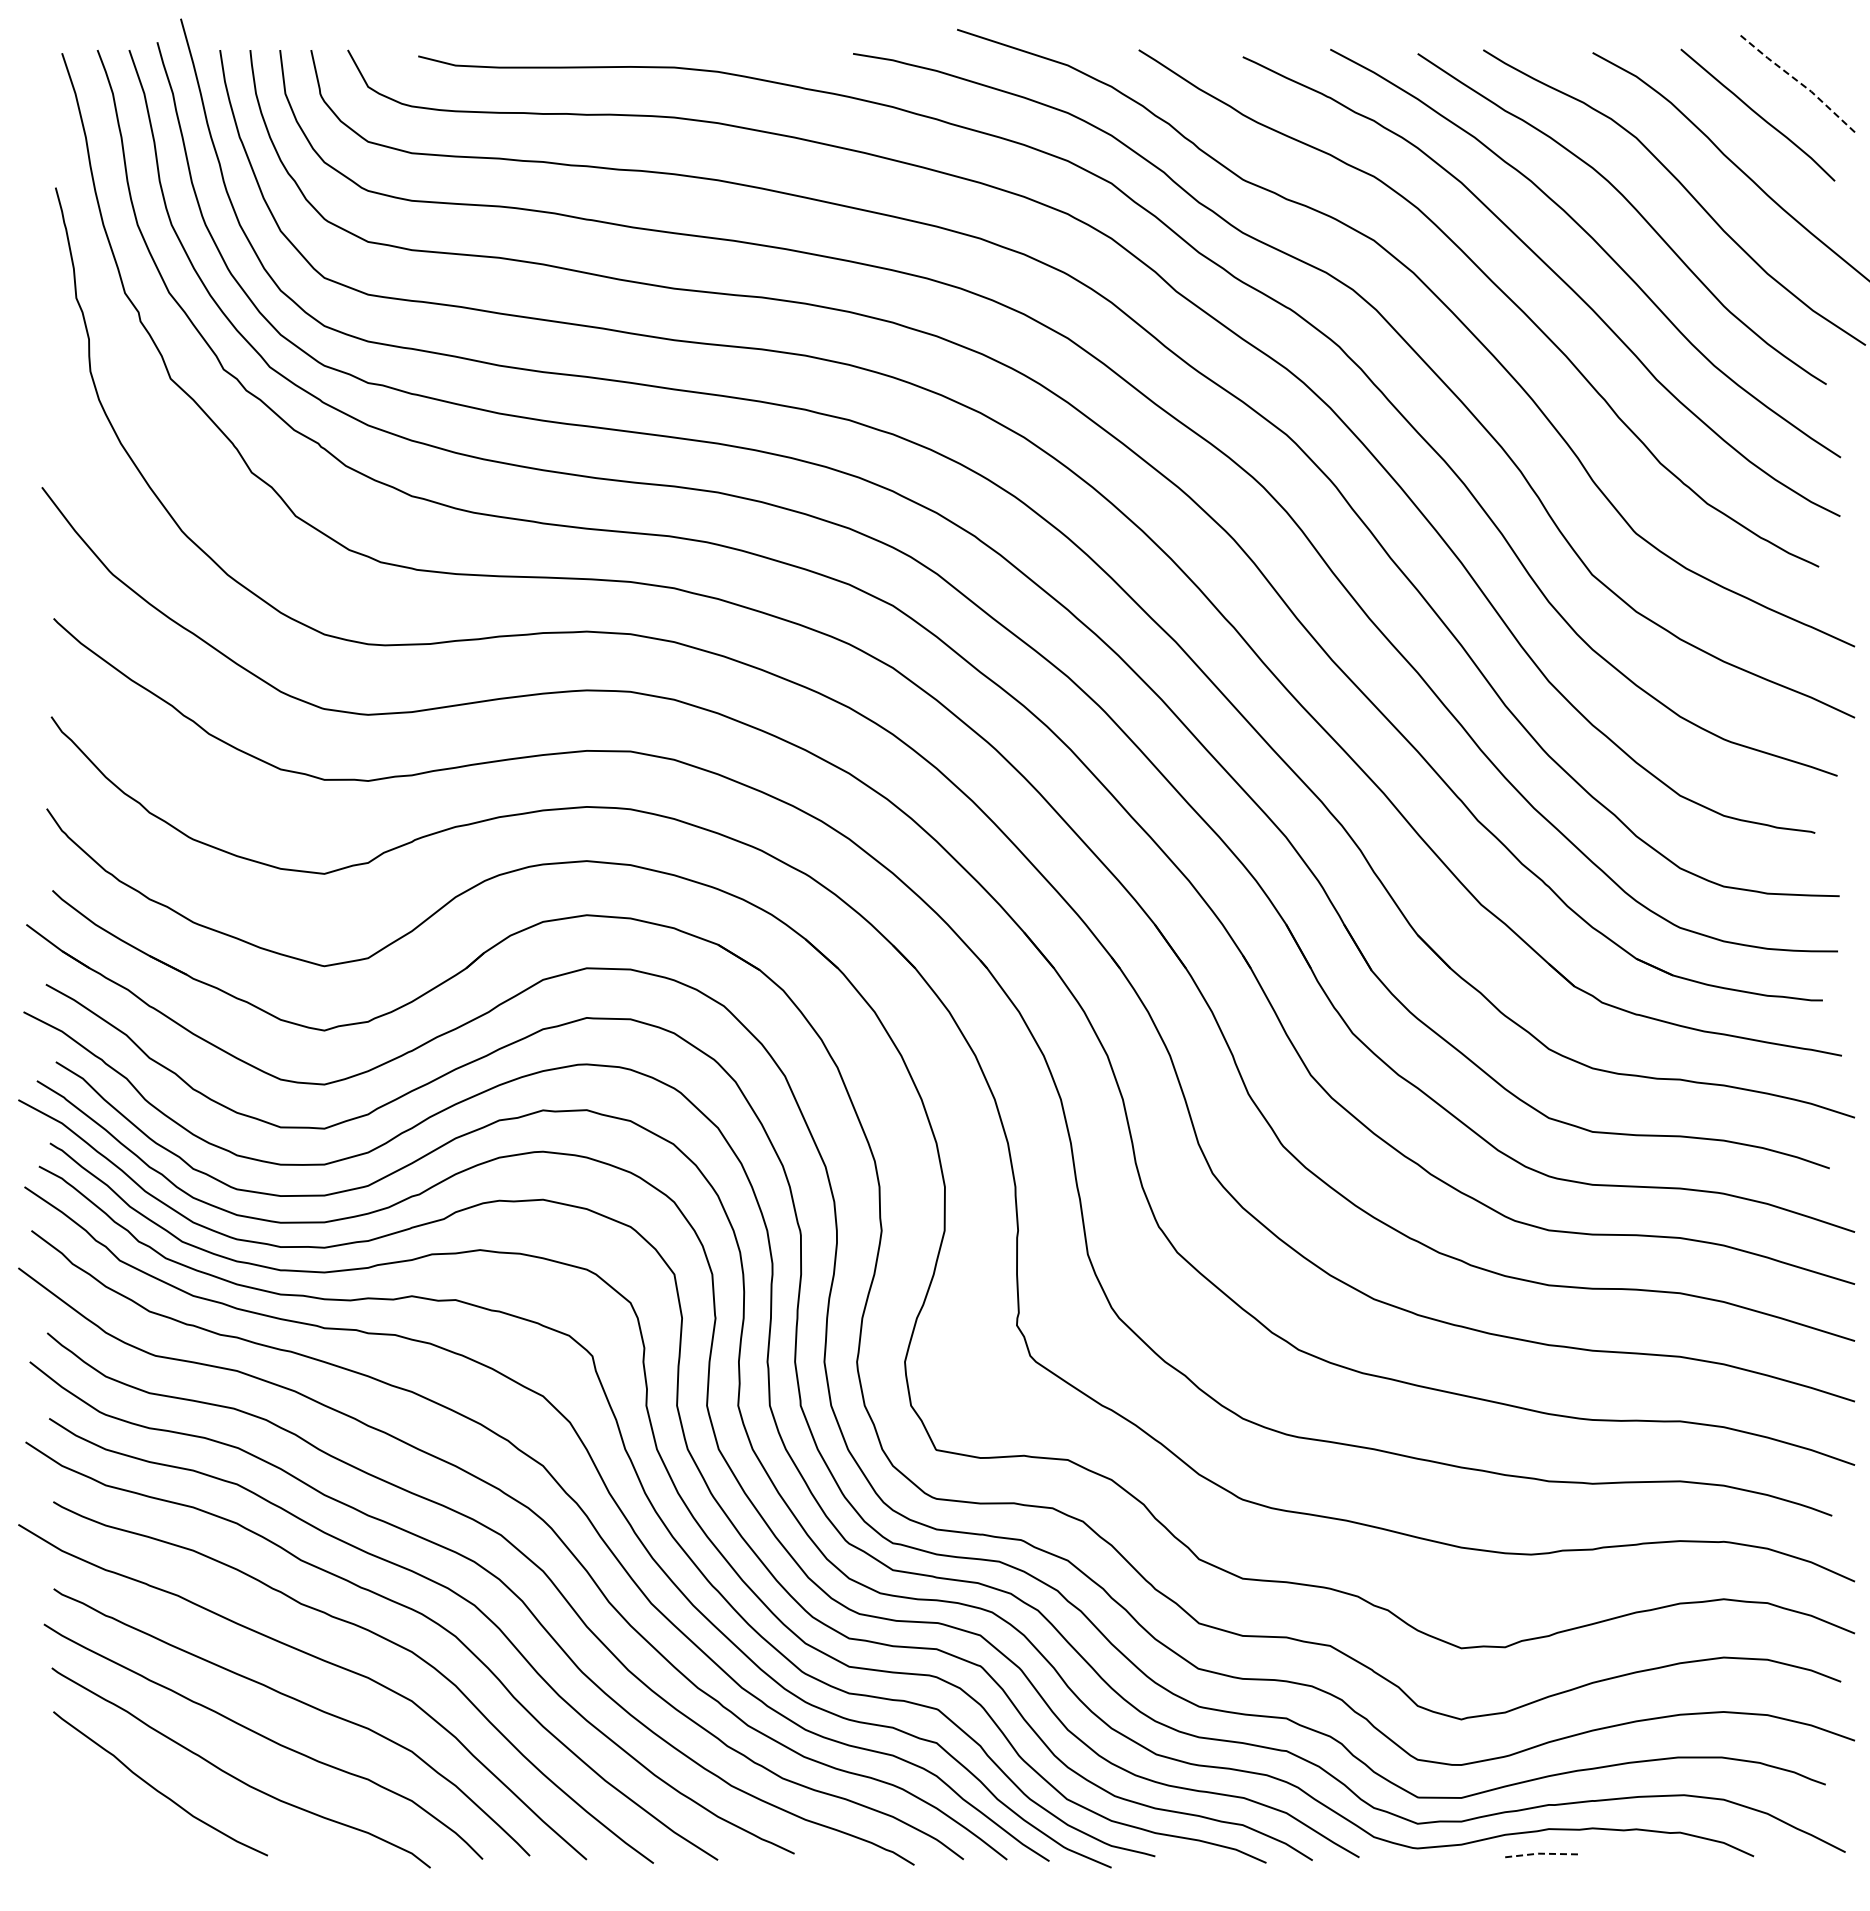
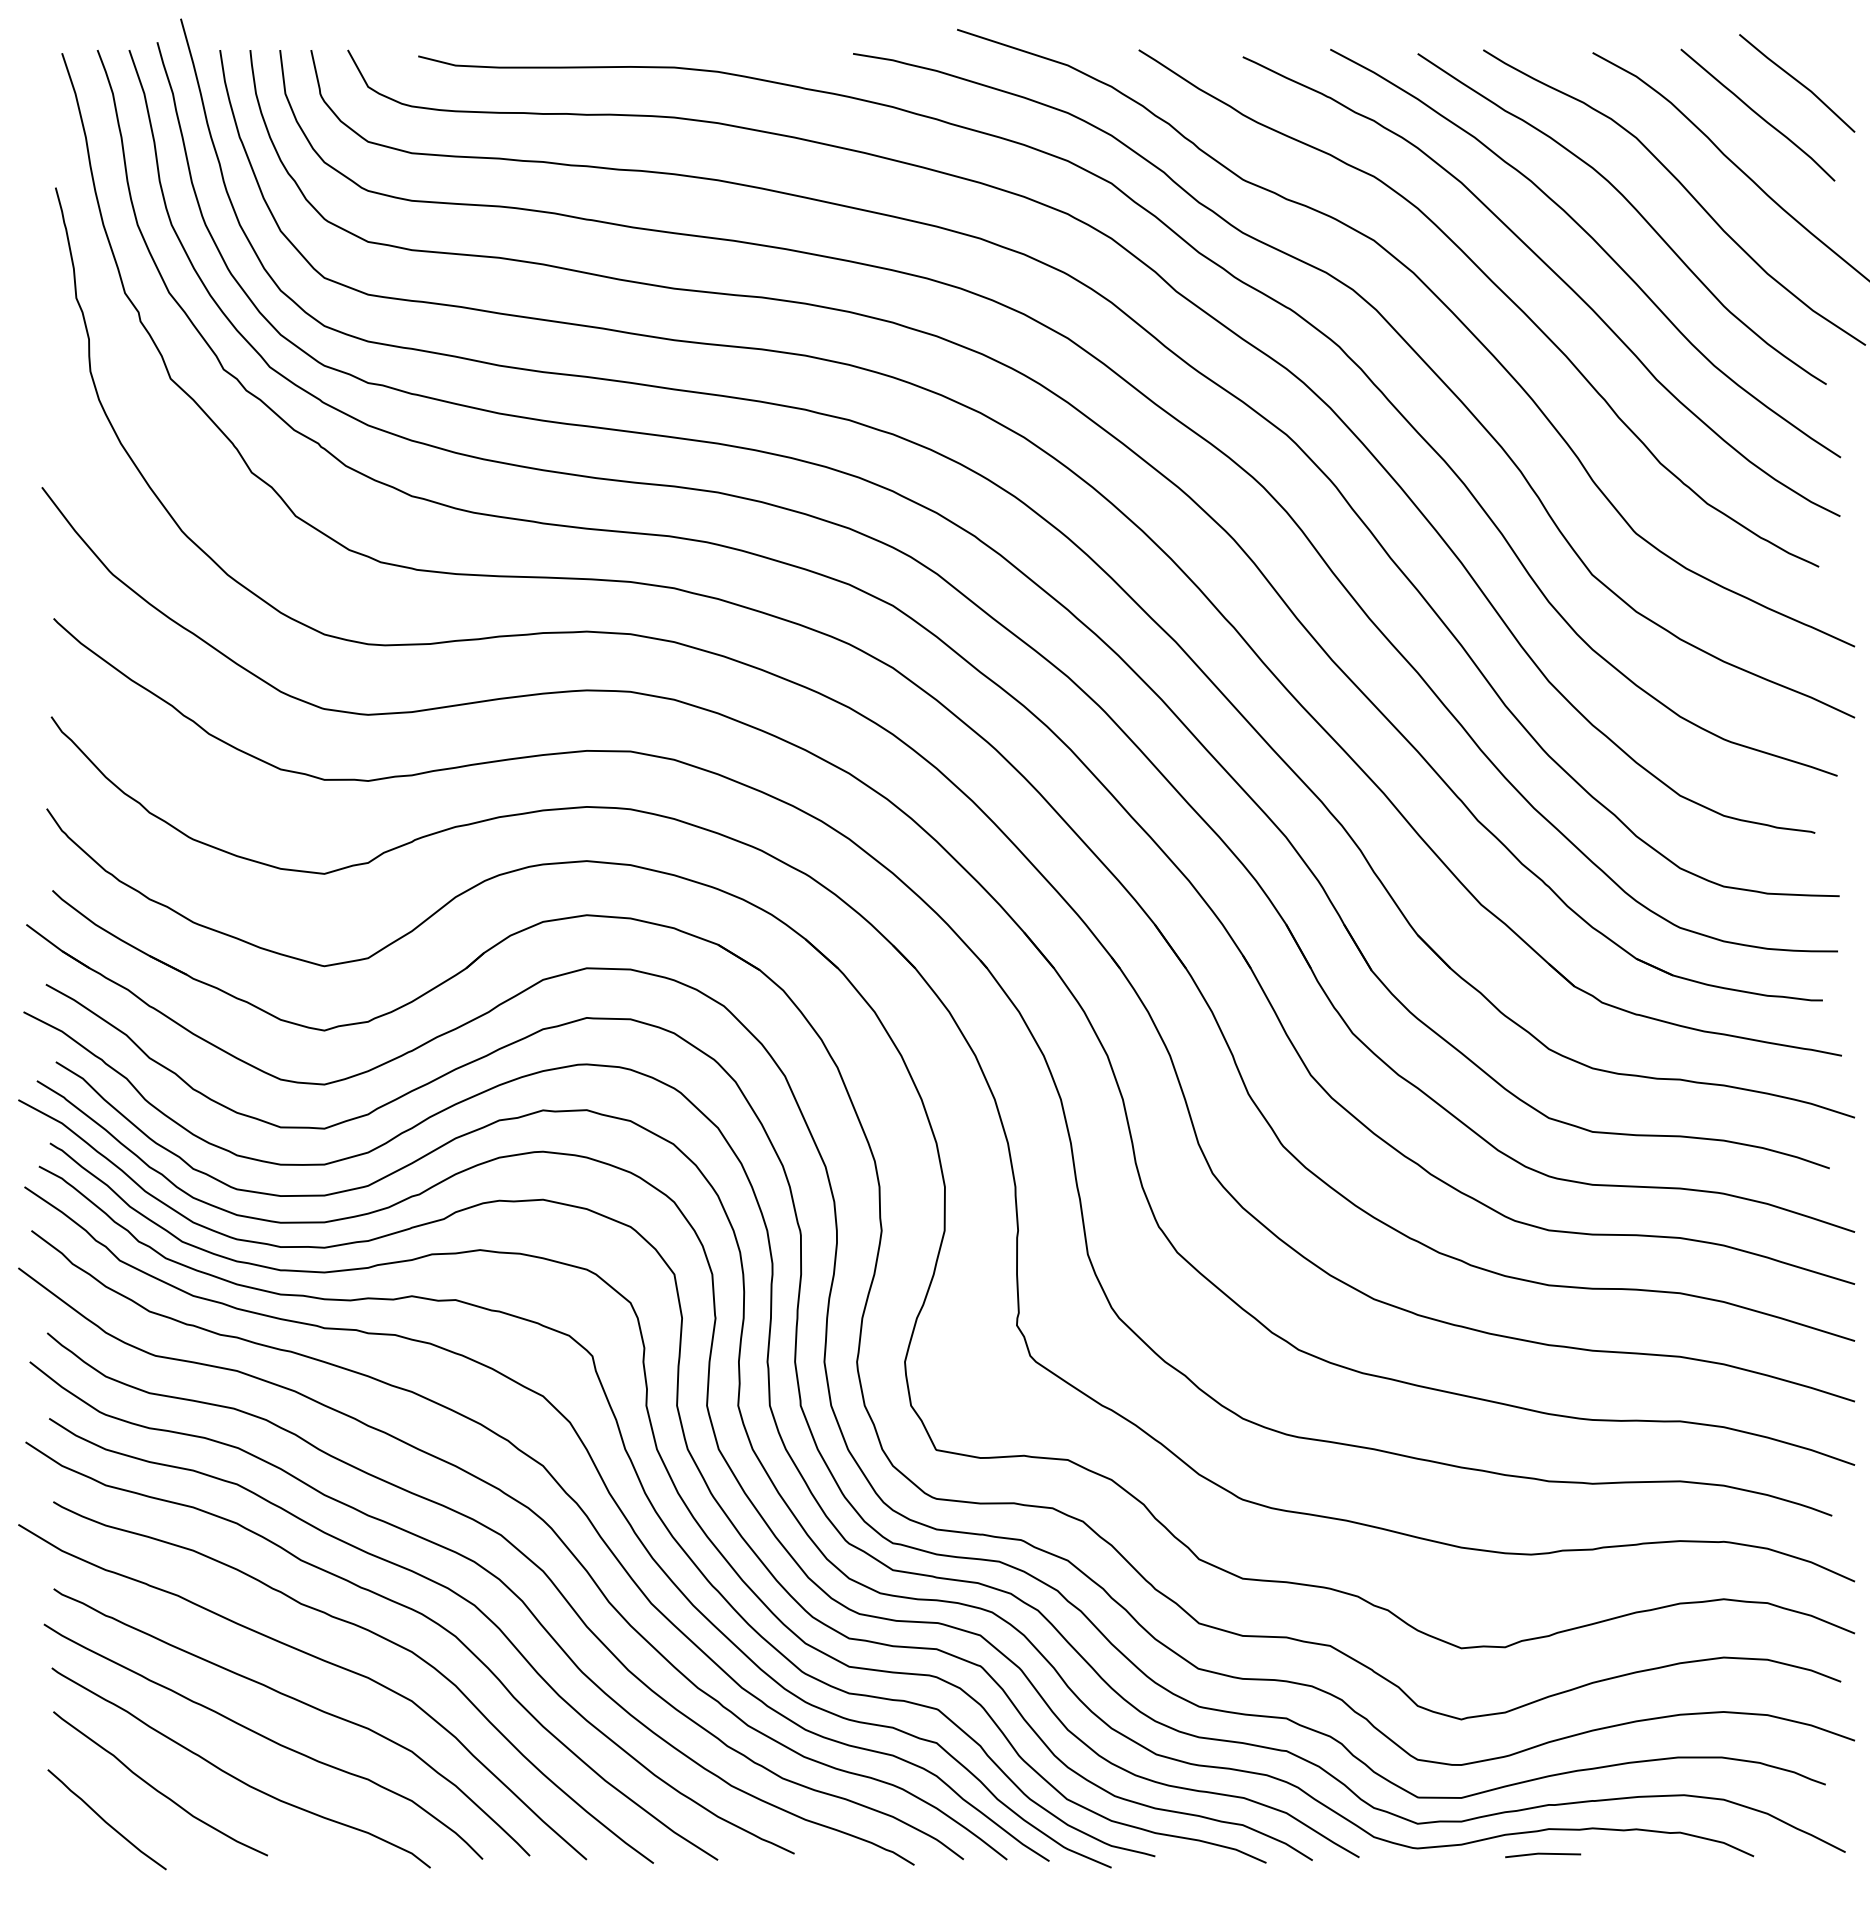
line at (1798, 81): dashed -> solid
curve at (105, 1820): none -> present
line at (1542, 1853): dashed -> solid
